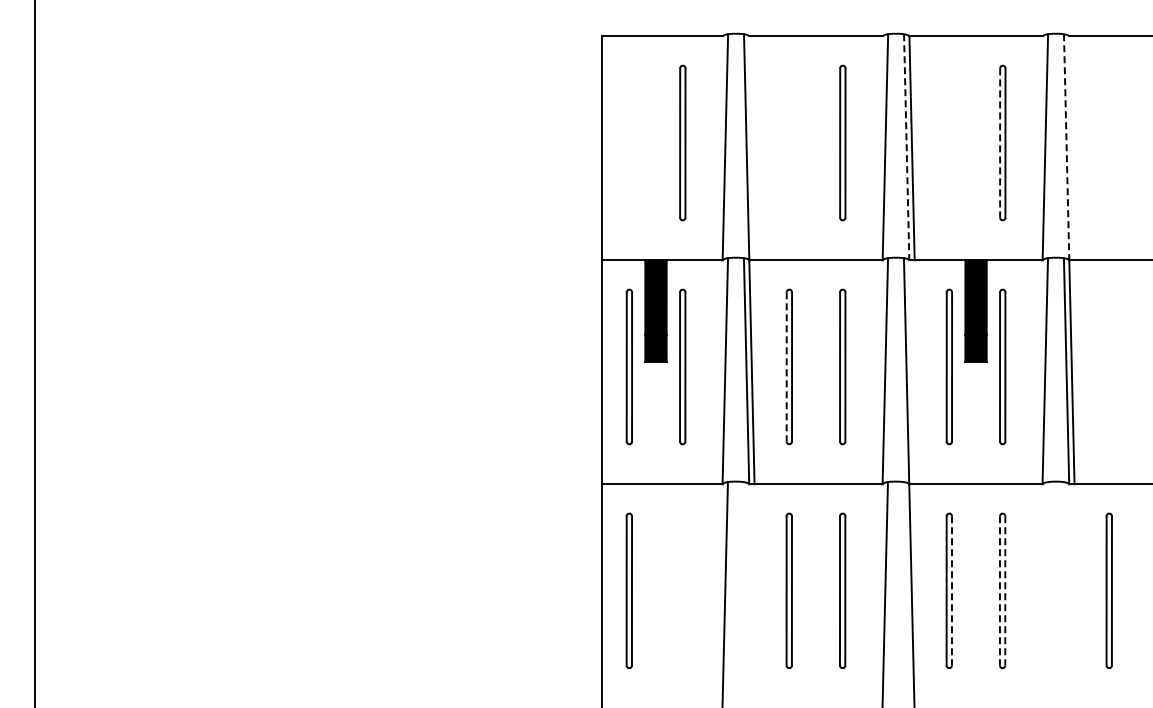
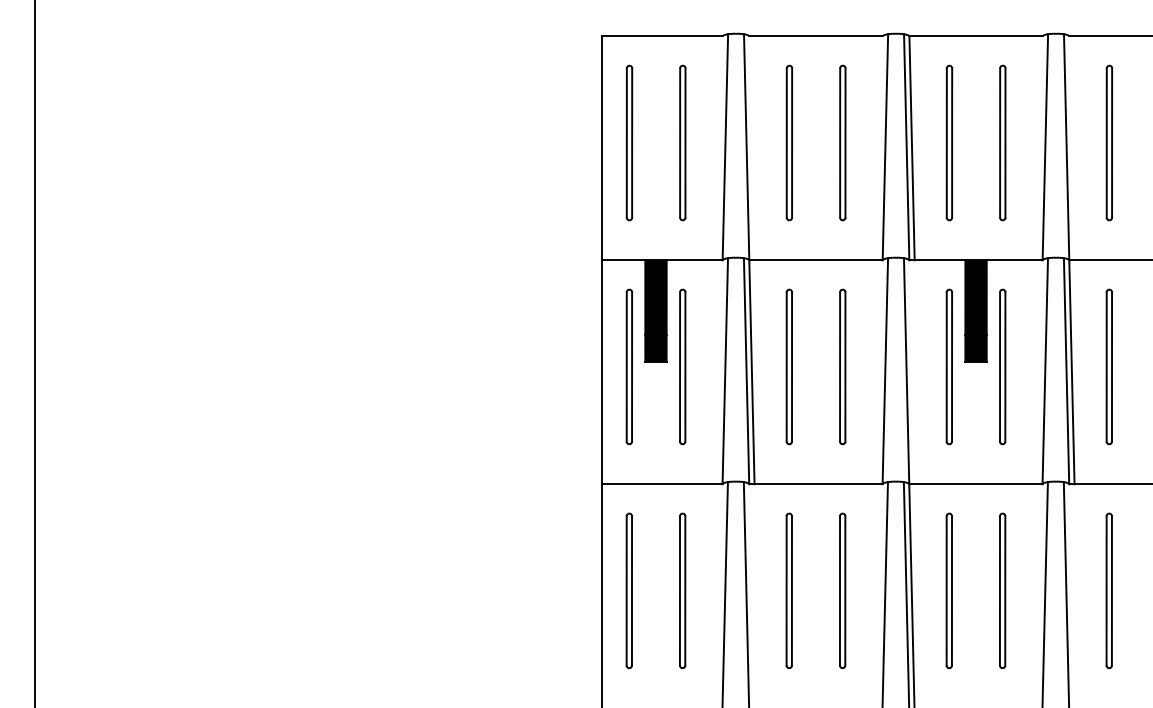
part at (629, 142): none -> present
part at (789, 142): none -> present
part at (949, 142): none -> present
part at (1109, 142): none -> present
line at (1000, 143): dashed -> solid
line at (906, 147): dashed -> solid
line at (1066, 147): dashed -> solid
line at (786, 366): dashed -> solid
part at (1108, 366): none -> present
part at (682, 590): none -> present
line at (951, 590): dashed -> solid
line at (999, 590): dashed -> solid
line at (1005, 590): dashed -> solid
line at (746, 593): none -> present
line at (906, 593): none -> present
line at (1044, 593): none -> present
line at (1066, 593): none -> present
